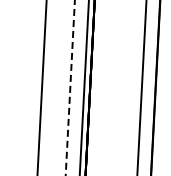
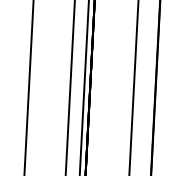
line at (41, 87) position: (41, 87) -> (28, 87)
line at (70, 87): dashed -> solid
line at (141, 87) position: (141, 87) -> (133, 87)
